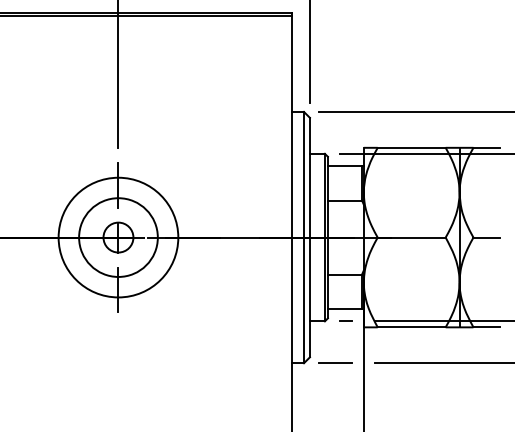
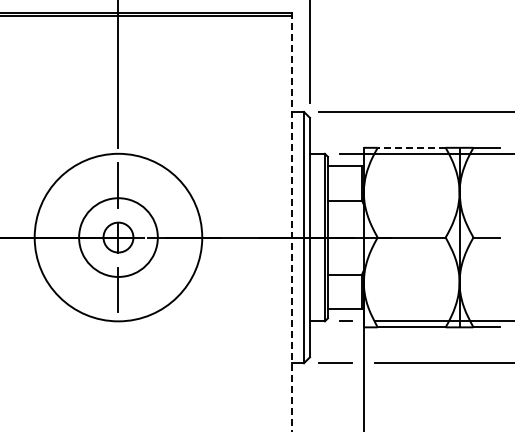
line at (411, 147): solid -> dashed
line at (292, 223): solid -> dashed
circle at (118, 237) diameter: 120 px -> 168 px
